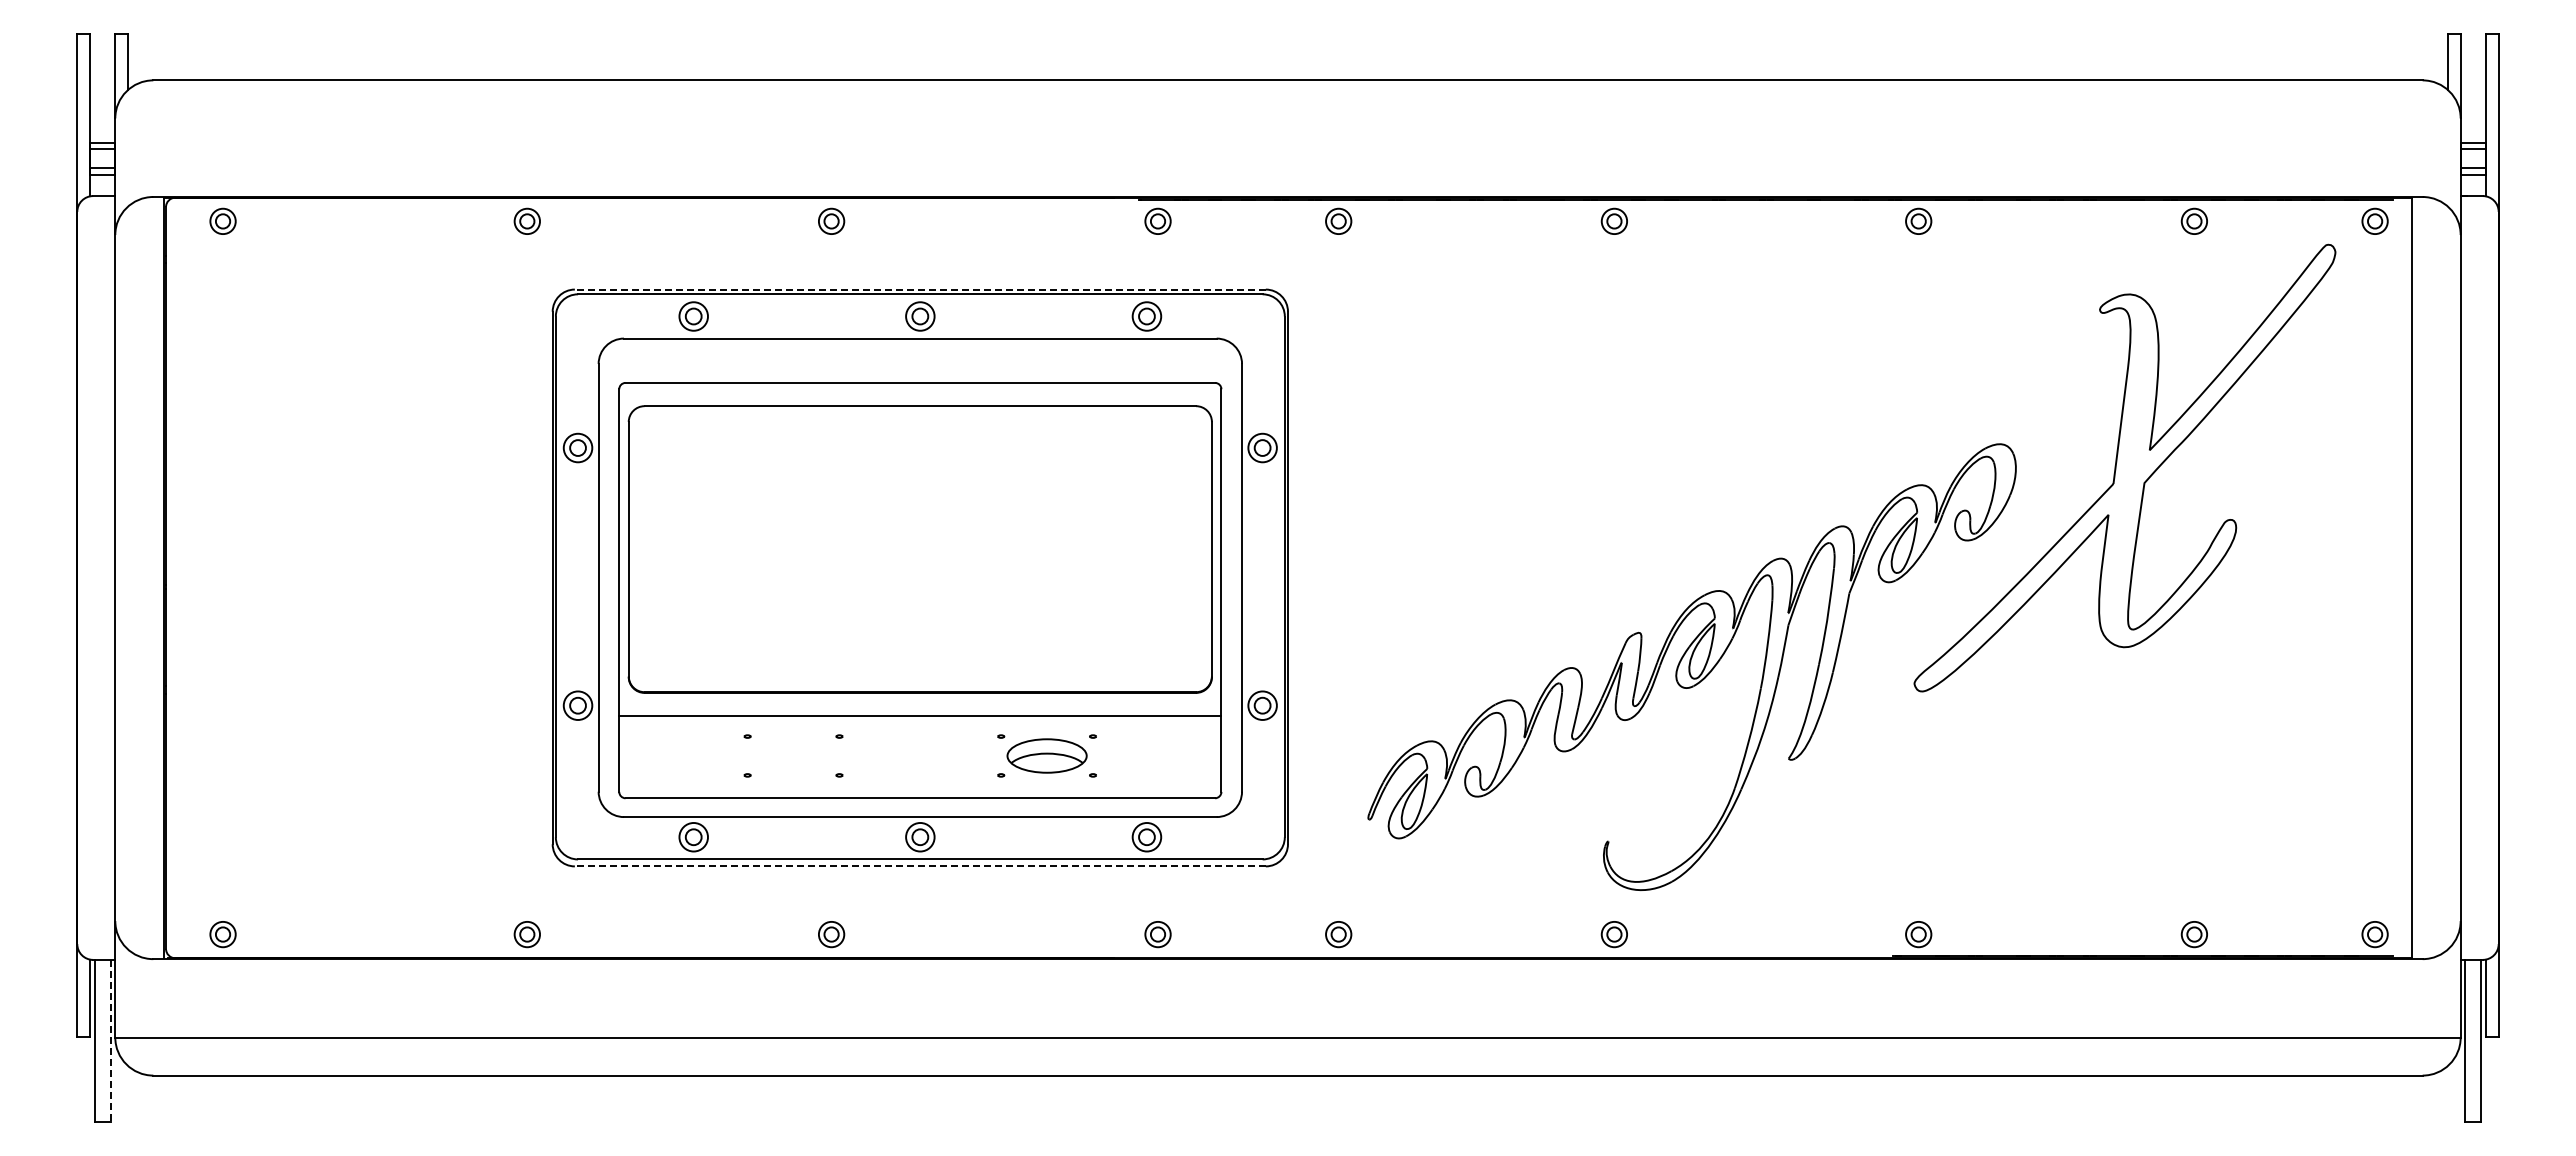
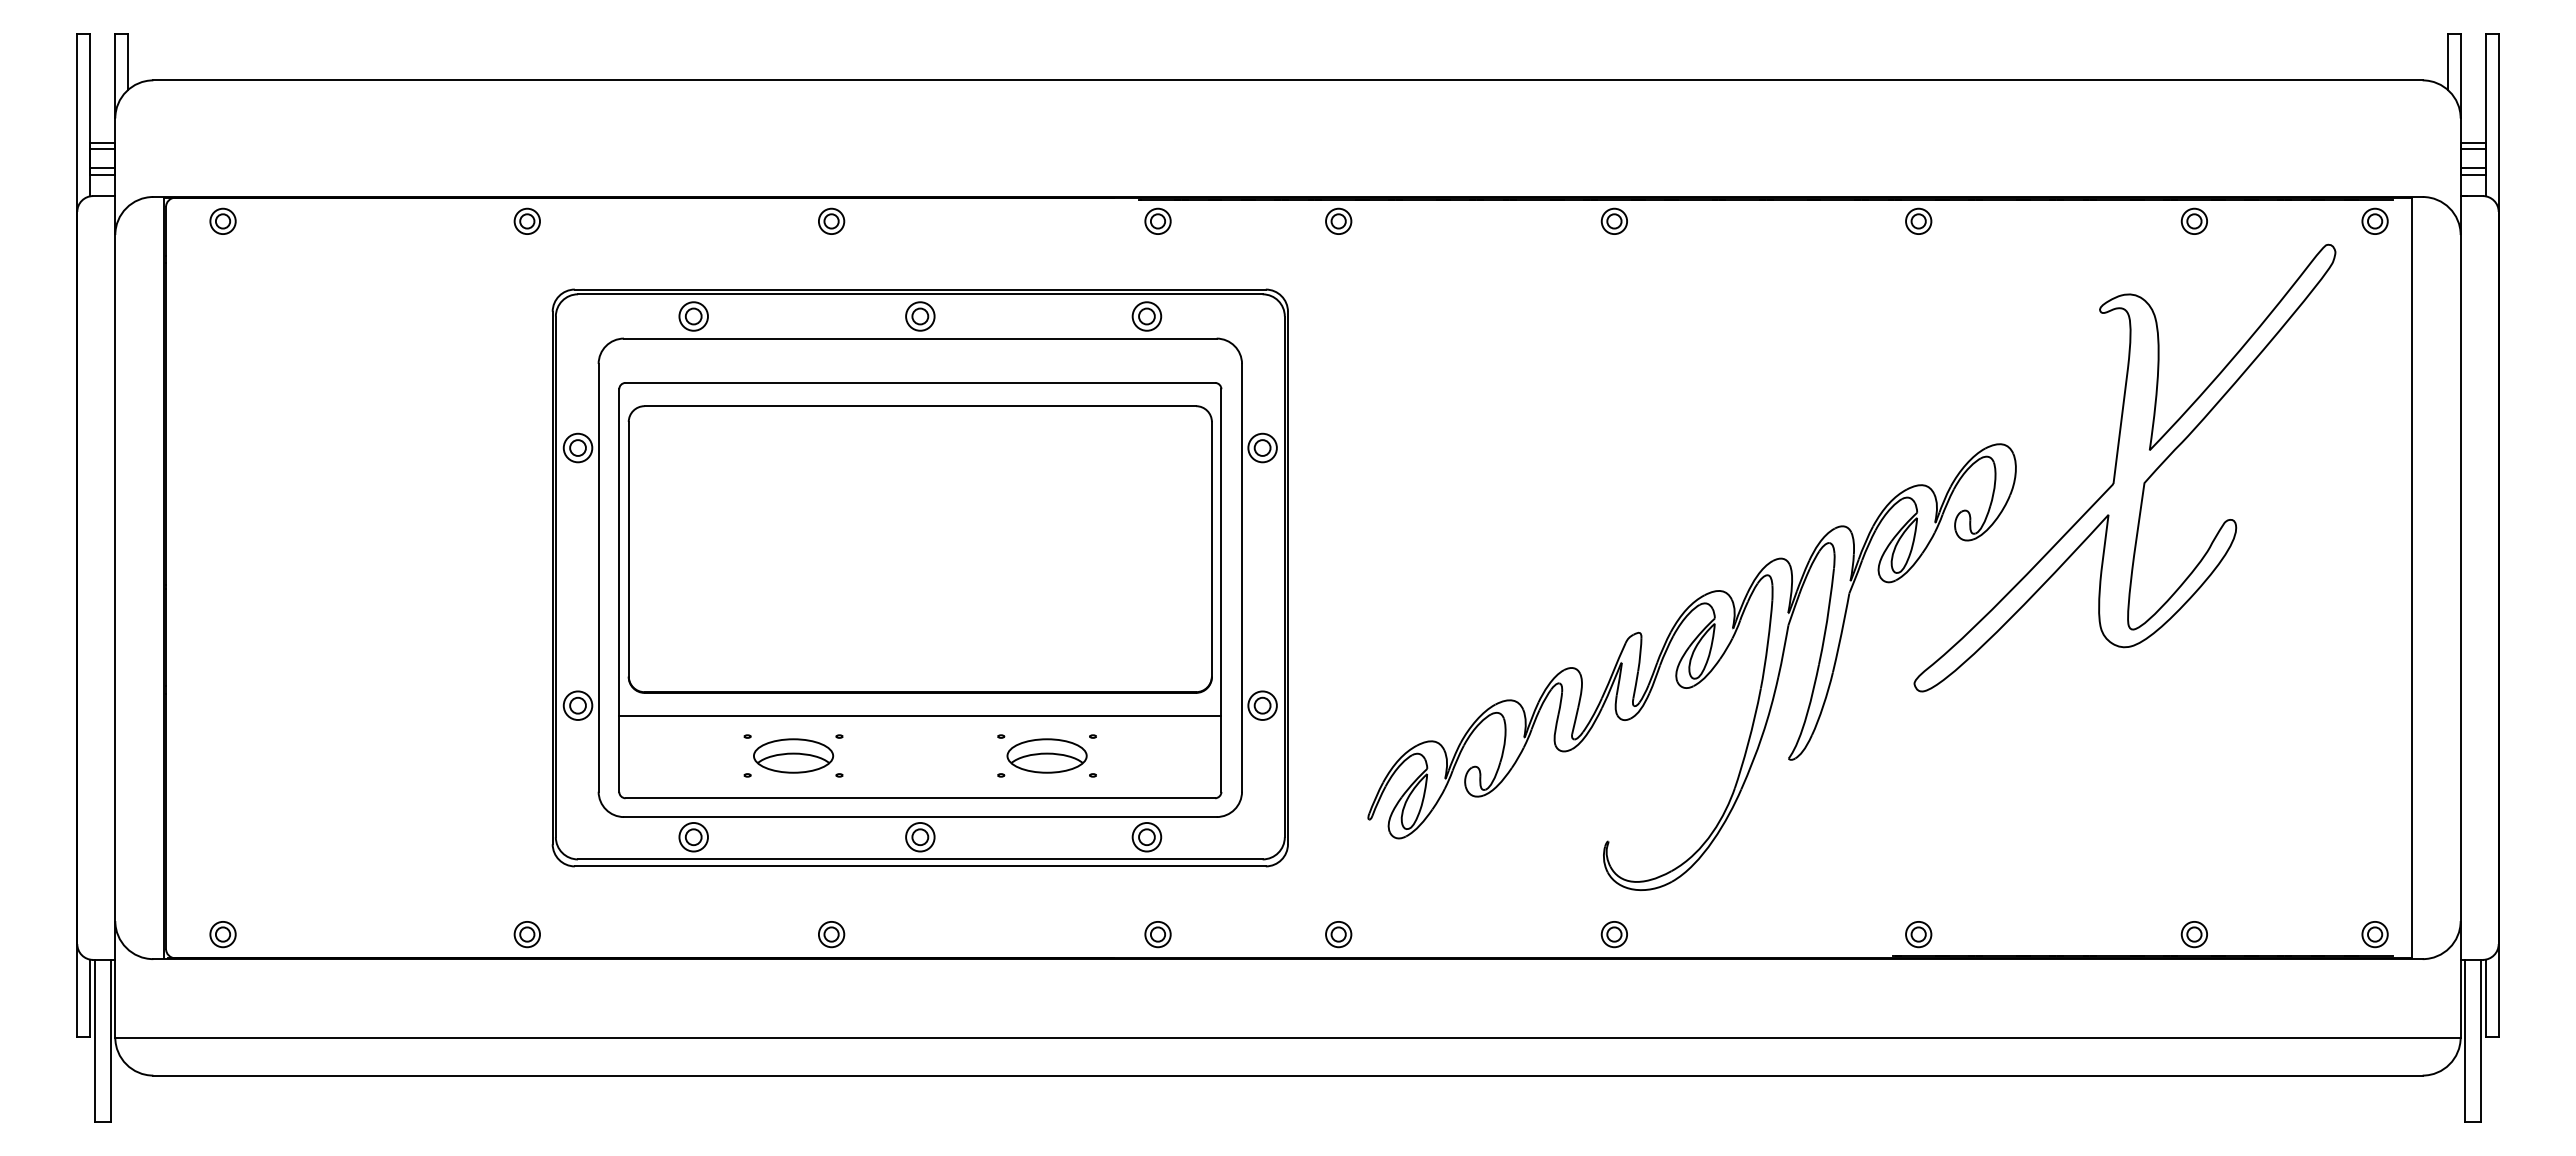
line at (919, 289): dashed -> solid
part at (793, 755): none -> present
line at (919, 866): dashed -> solid
line at (110, 1040): dashed -> solid
